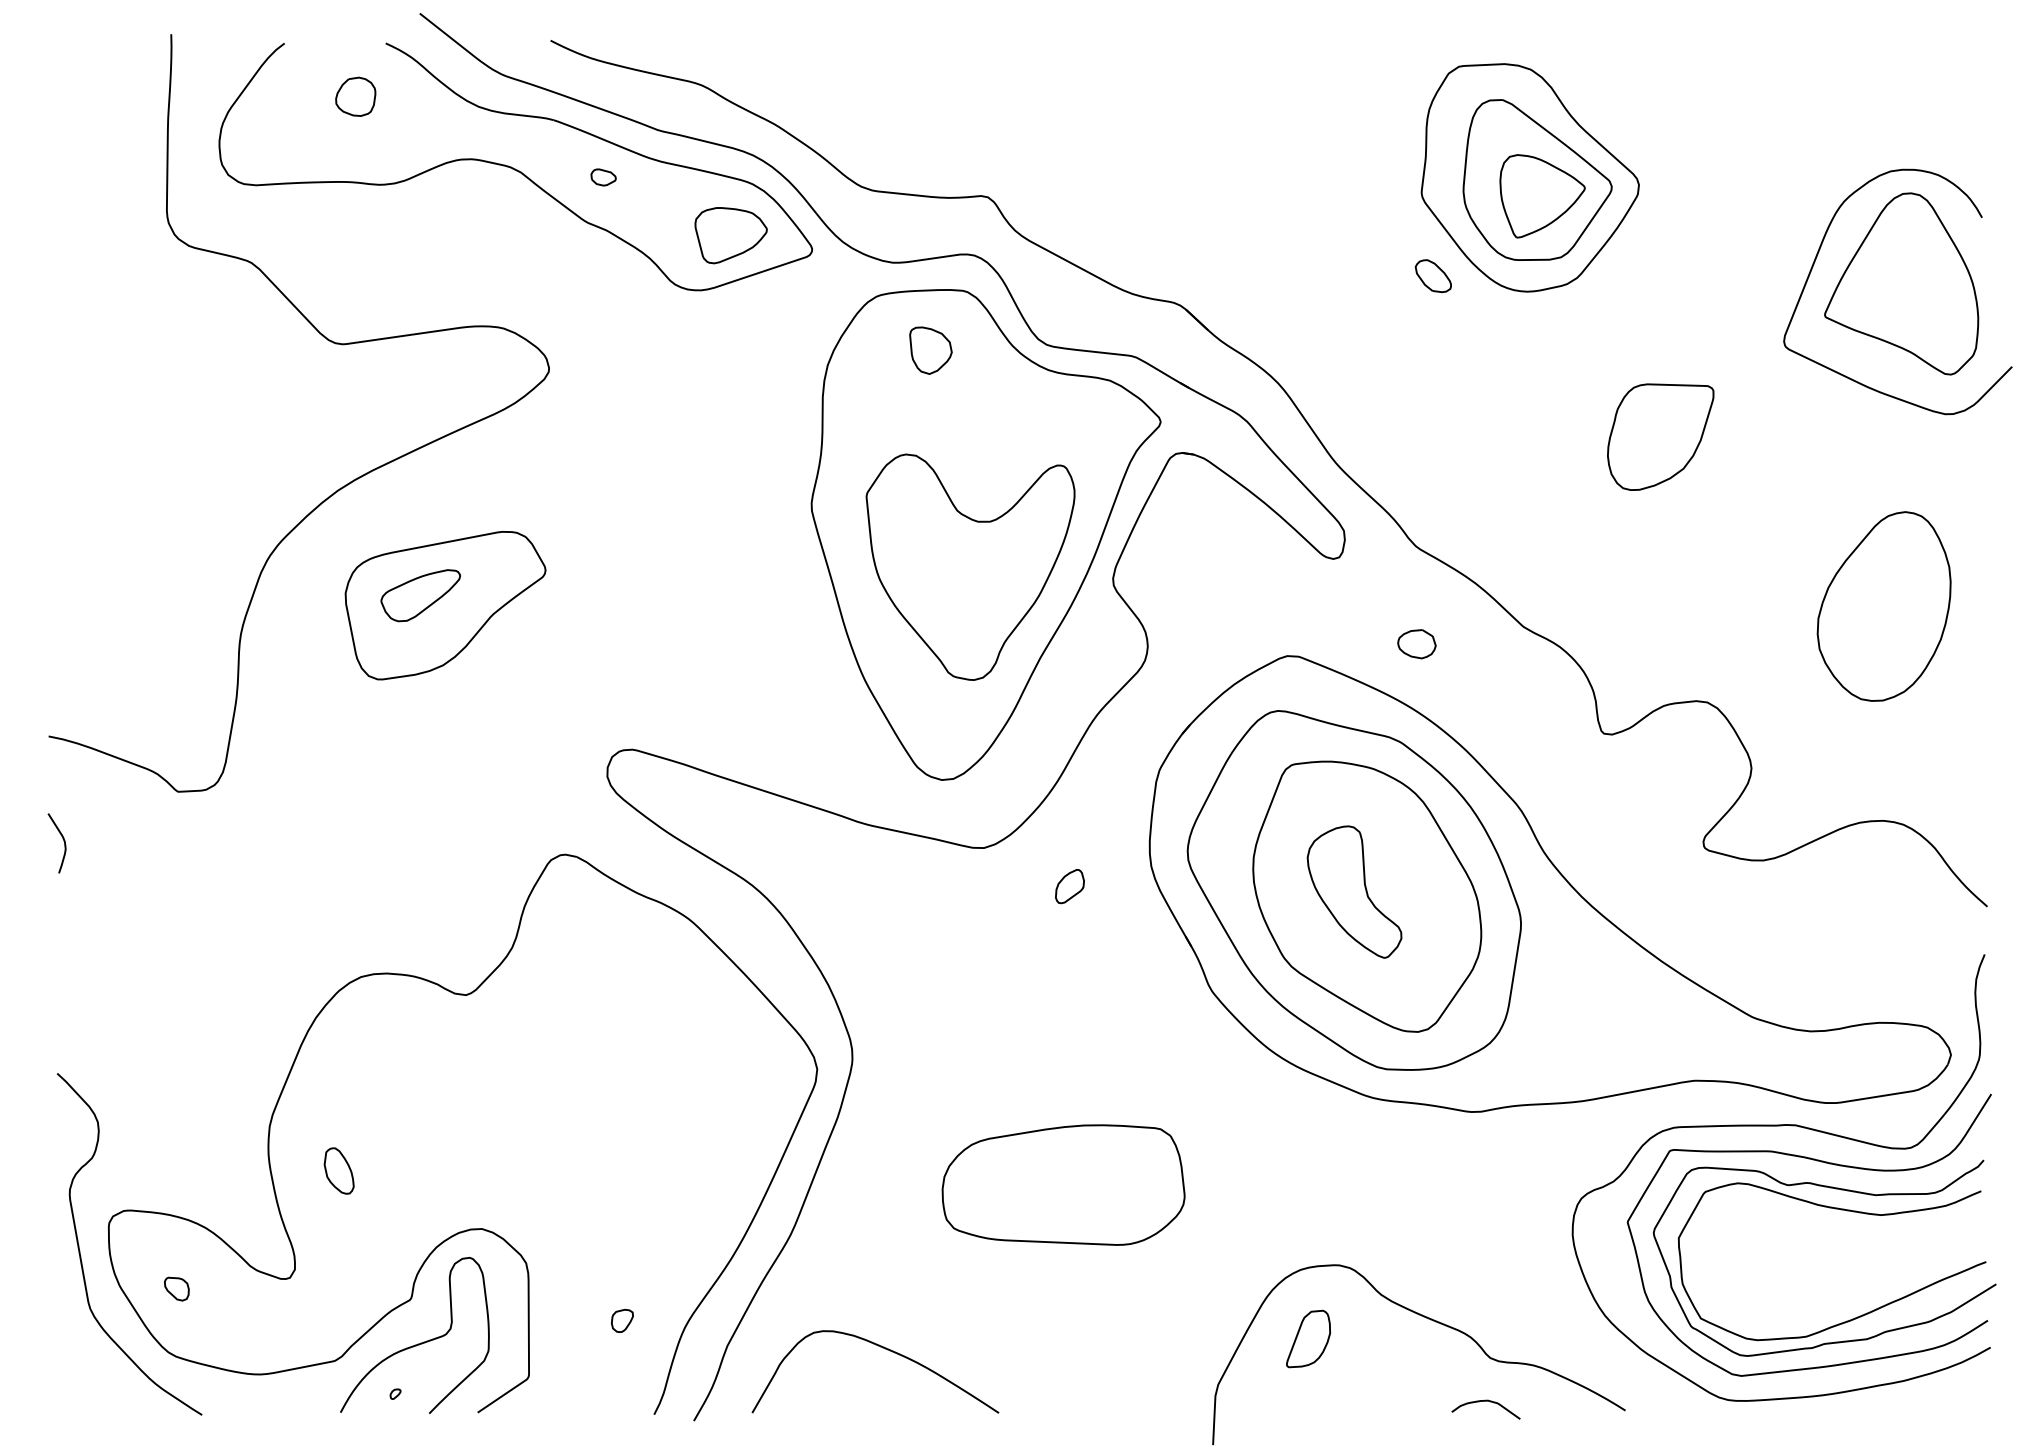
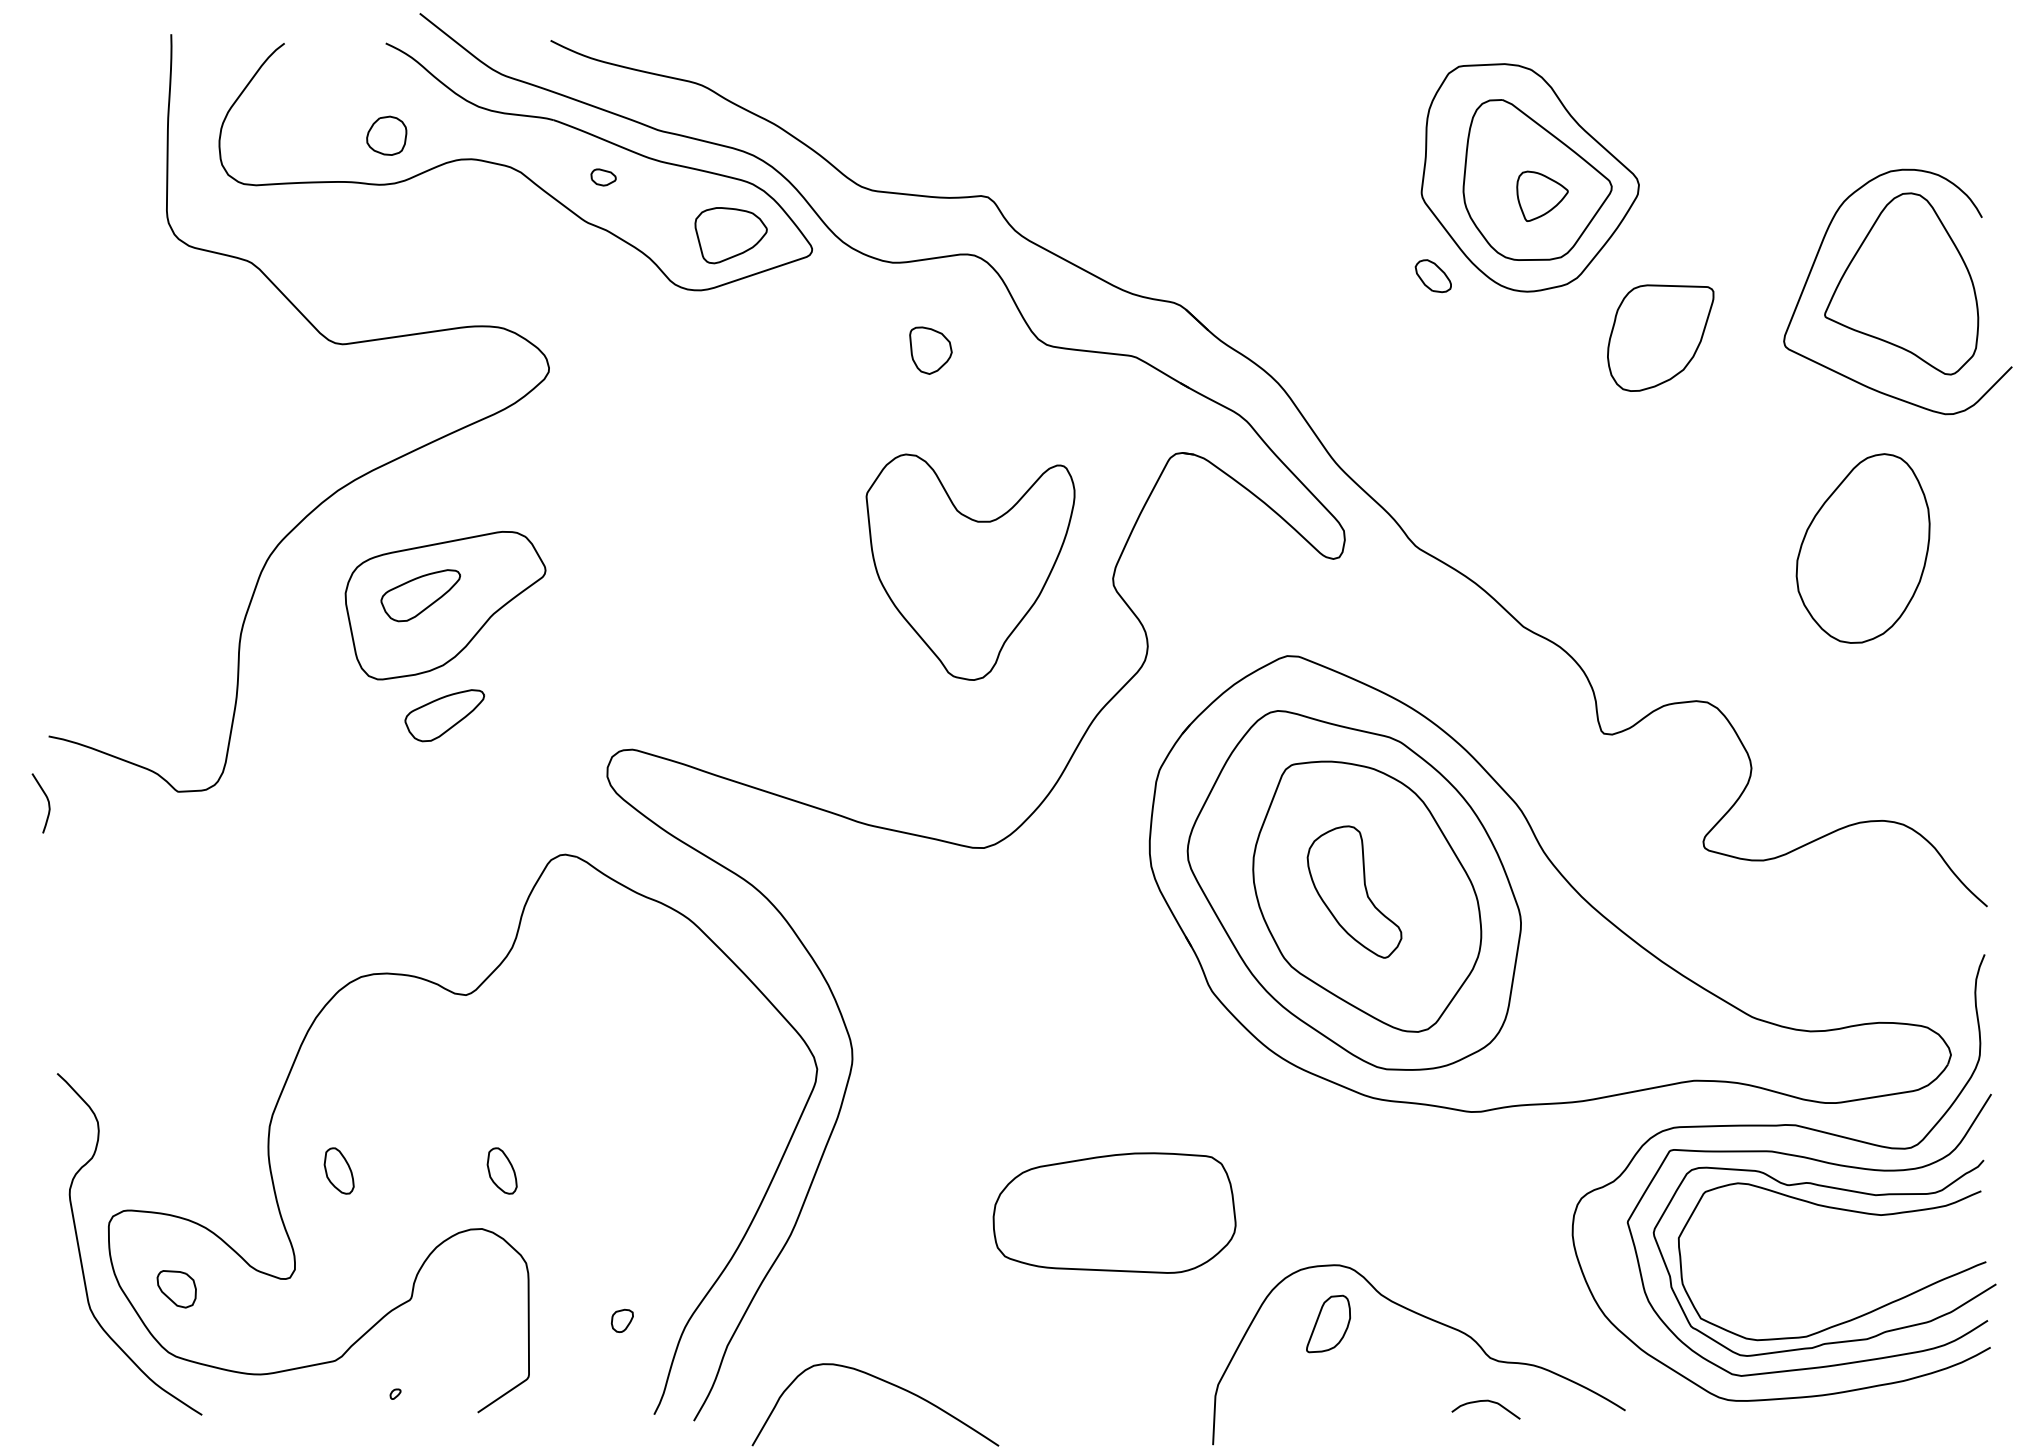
part at (355, 96) position: (355, 96) -> (386, 135)
part at (1542, 196) size: 87x85 px -> 53x52 px
part at (1660, 436) position: (1660, 436) -> (1660, 337)
part at (985, 534): present -> none
part at (1883, 606) position: (1883, 606) -> (1862, 548)
part at (1416, 644): present -> none
part at (444, 715): none -> present
curve at (63, 841) position: (63, 841) -> (47, 801)
part at (1069, 886): present -> none
part at (501, 1170): none -> present
part at (1063, 1184) position: (1063, 1184) -> (1114, 1212)
part at (176, 1288) size: 26x26 px -> 41x39 px
part at (1308, 1338) position: (1308, 1338) -> (1328, 1323)
curve at (418, 1343): present -> none
curve at (882, 1348) position: (882, 1348) -> (882, 1381)
